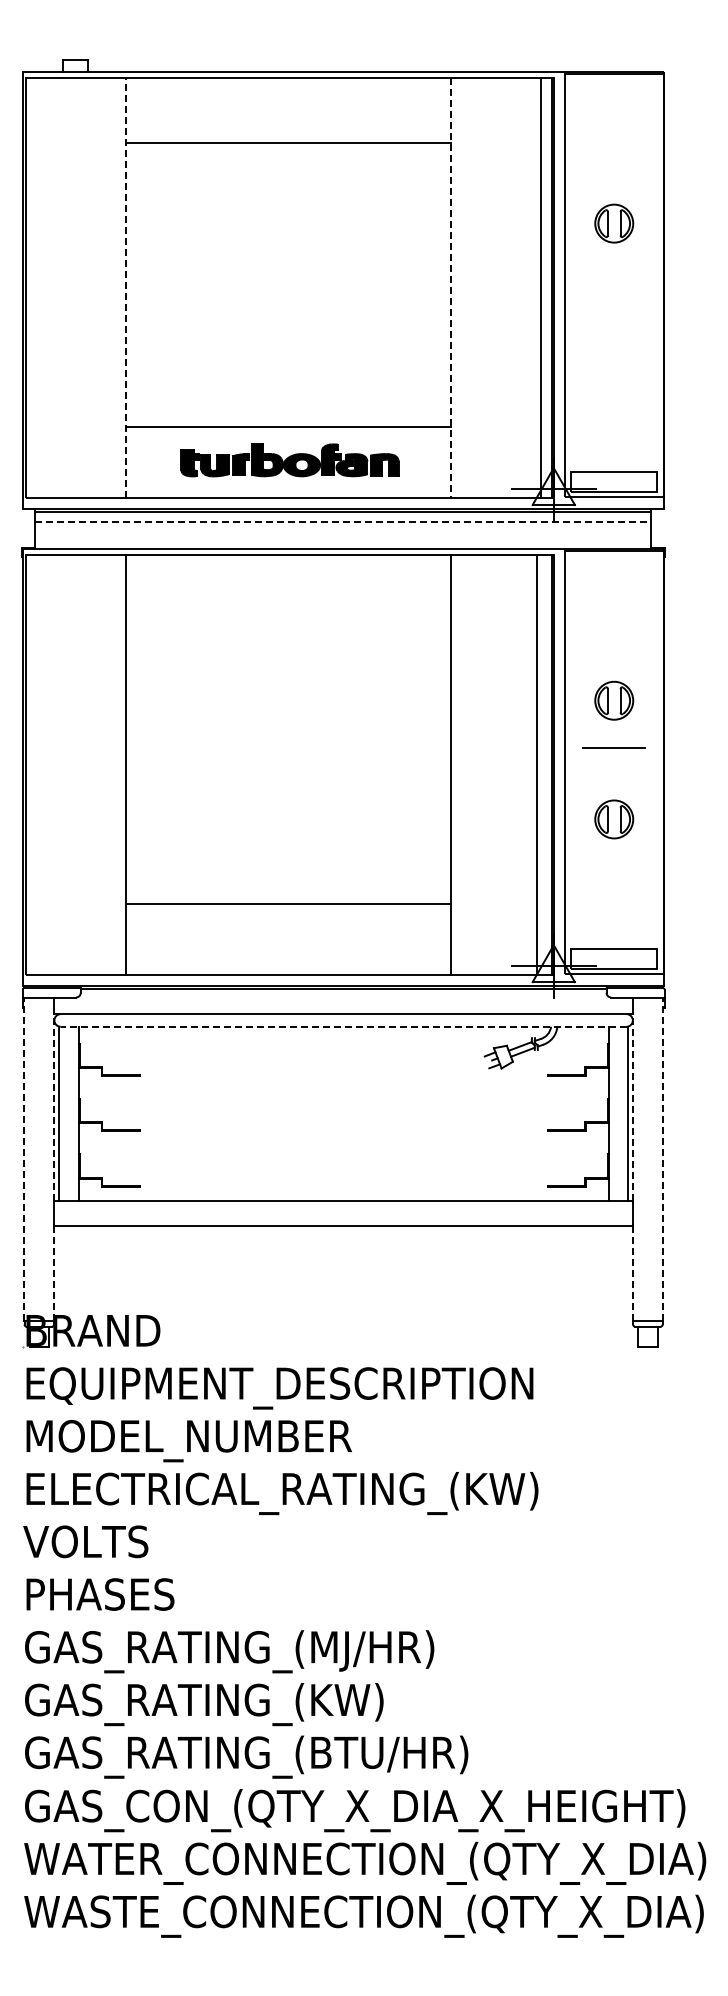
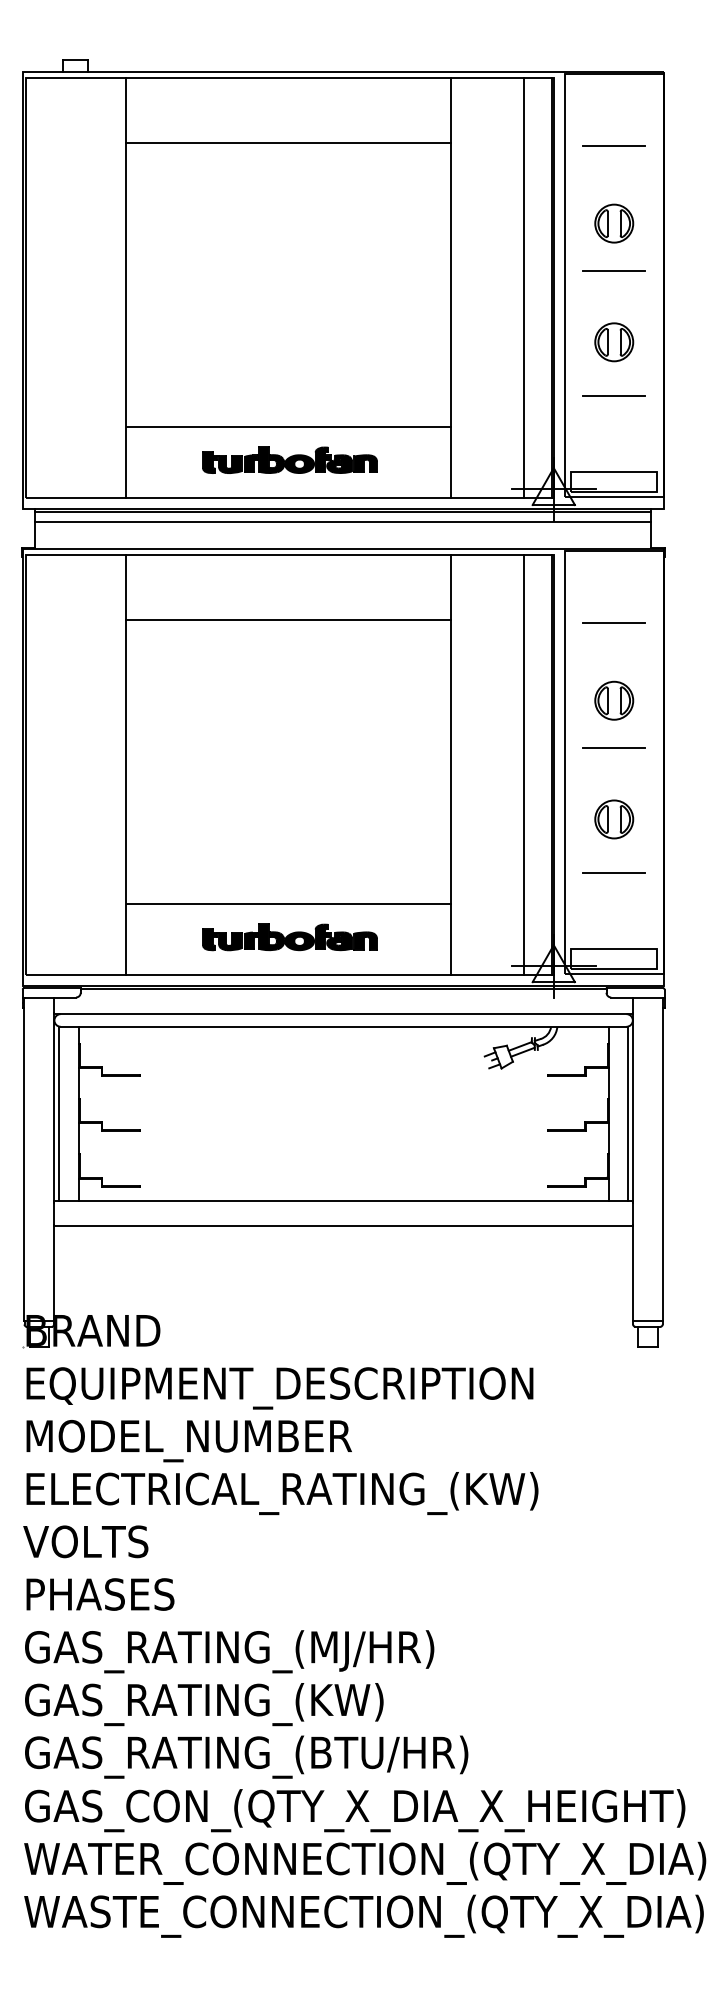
line at (614, 146): none -> present
line at (614, 271): none -> present
line at (125, 287): dashed -> solid
line at (451, 287): dashed -> solid
line at (541, 287) position: (541, 287) -> (524, 287)
part at (614, 342): none -> present
line at (614, 396): none -> present
part at (289, 460) size: 220x35 px -> 176x28 px
line at (343, 521): dashed -> solid
line at (288, 620): none -> present
line at (613, 622): none -> present
line at (537, 764) position: (537, 764) -> (524, 764)
line at (614, 873): none -> present
part at (289, 937): none -> present
line at (343, 1026): dashed -> solid
line at (54, 1107): dashed -> solid
line at (632, 1107): dashed -> solid
line at (24, 1158): dashed -> solid
line at (662, 1158): dashed -> solid
line at (54, 1272): dashed -> solid
line at (632, 1272): dashed -> solid
